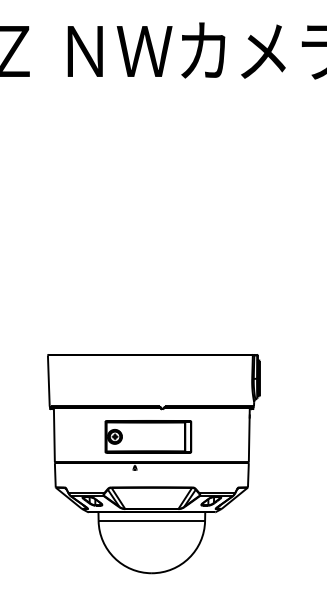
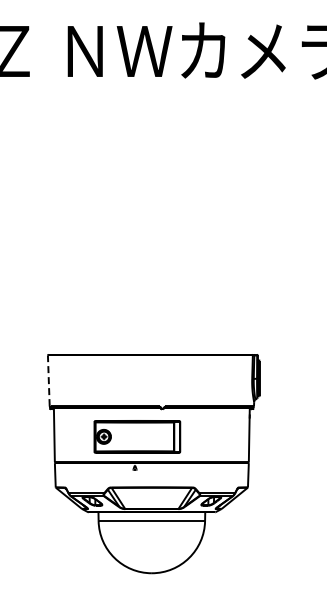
line at (48, 380): solid -> dashed
part at (148, 436) position: (148, 436) -> (137, 436)
